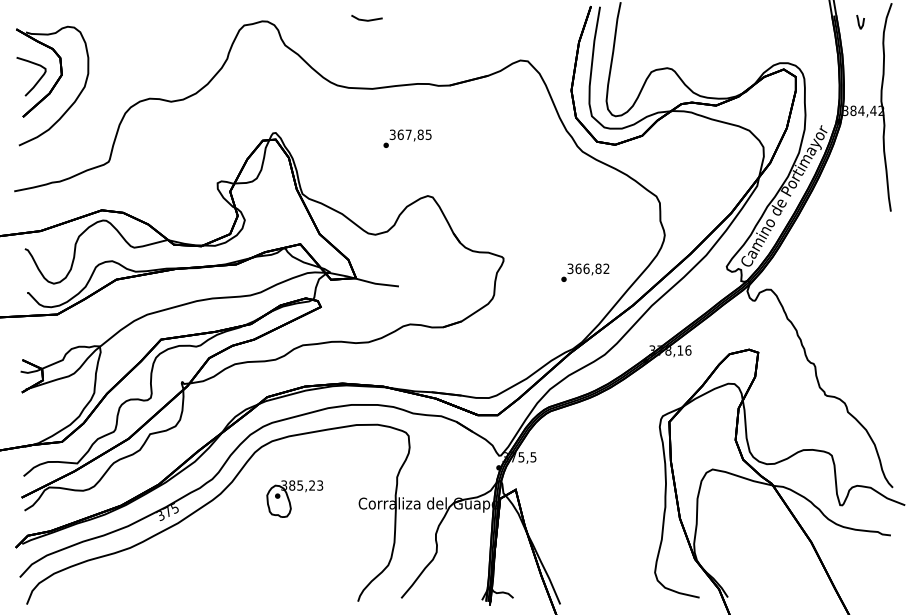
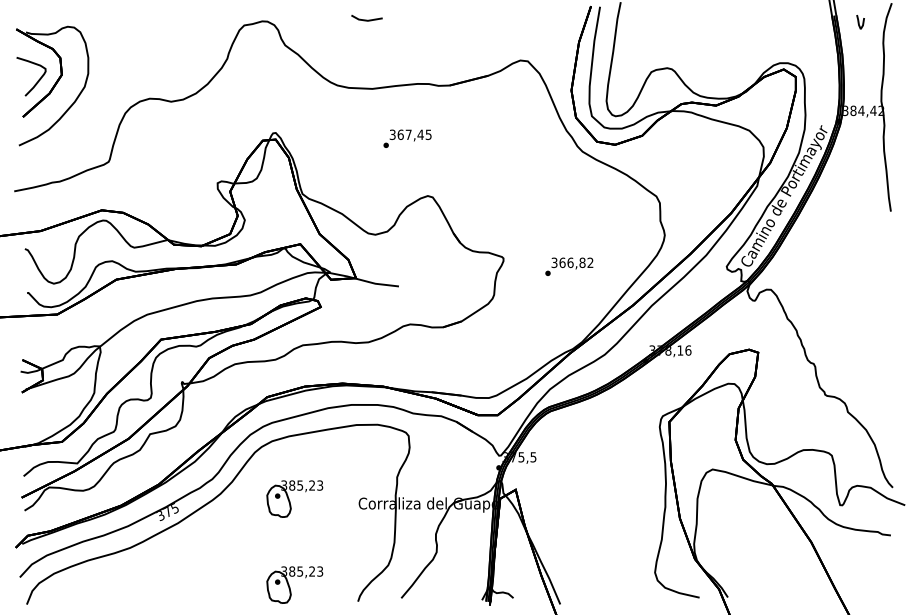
text at (420, 134): 367,85 -> 367,45
text at (585, 272) position: (585, 272) -> (569, 266)
part at (294, 584): none -> present
